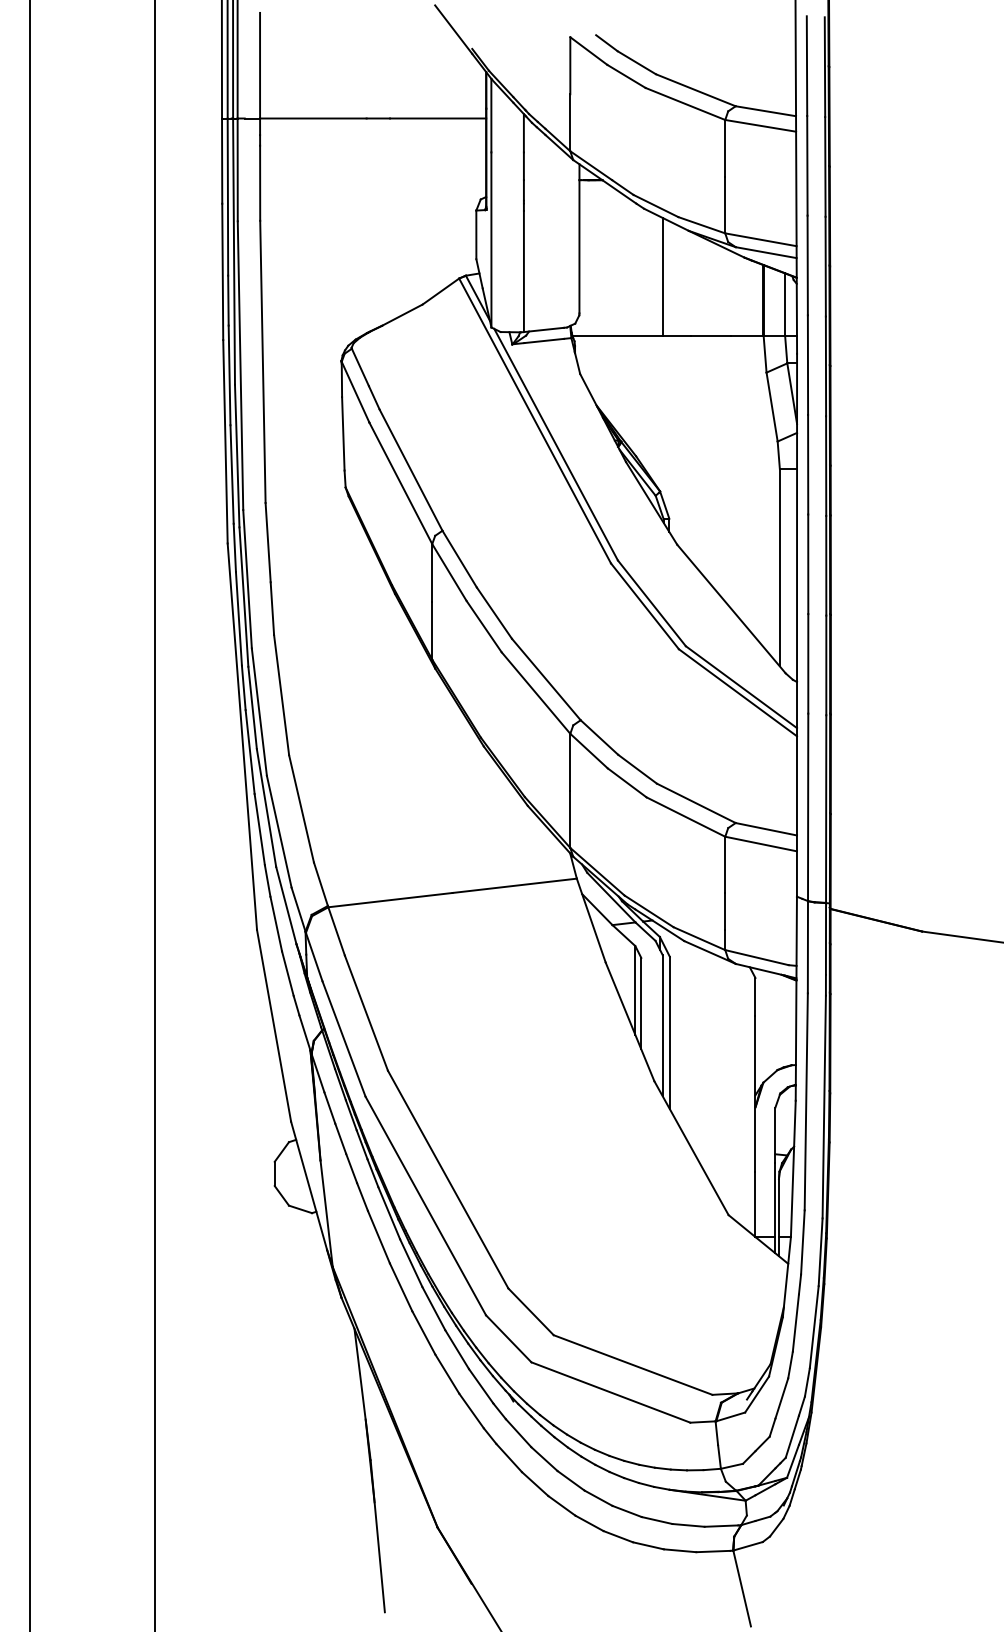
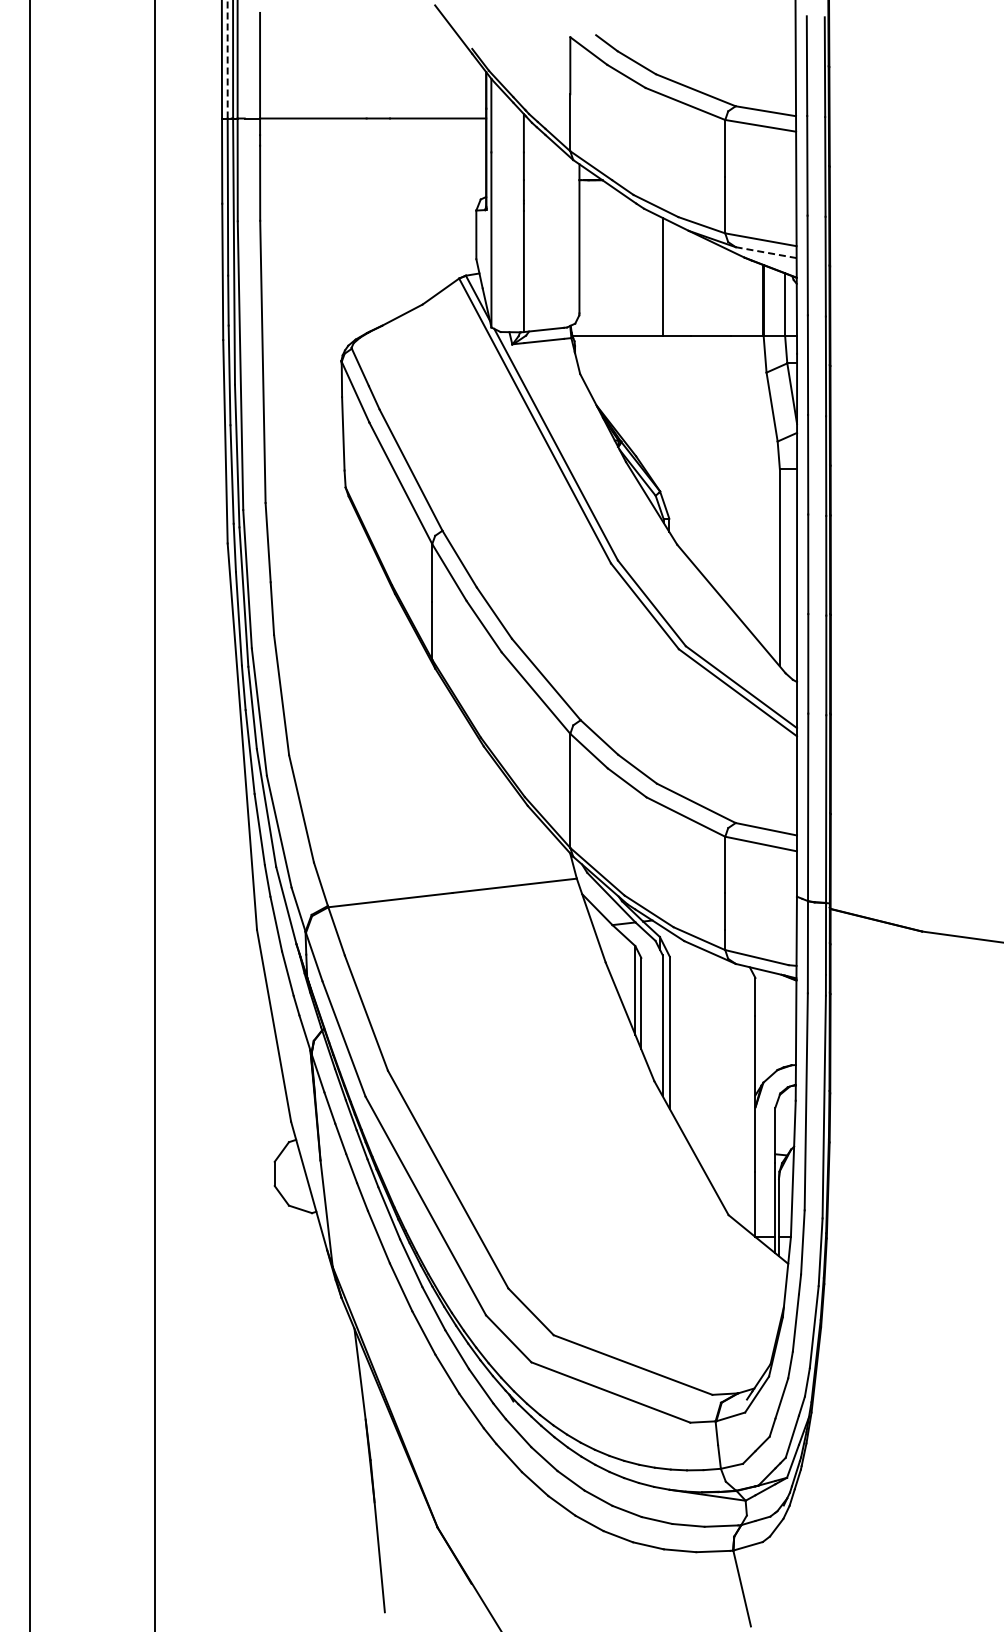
line at (227, 59): solid -> dashed
line at (766, 252): solid -> dashed
